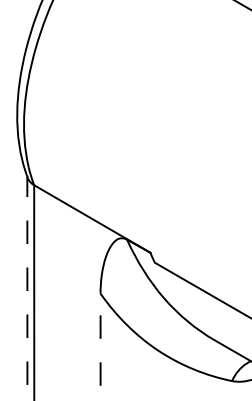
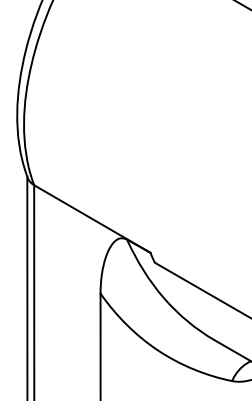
line at (27, 288): dashed -> solid
line at (100, 346): dashed -> solid
